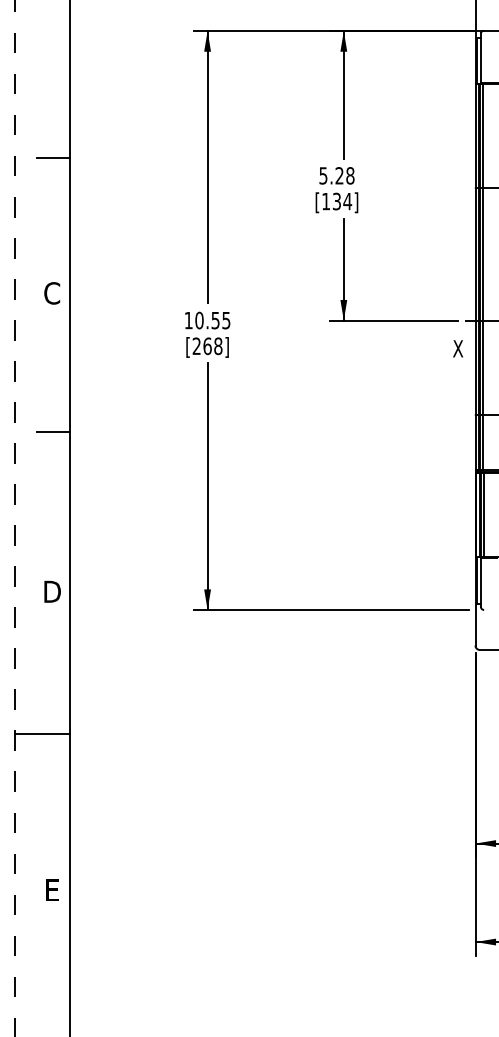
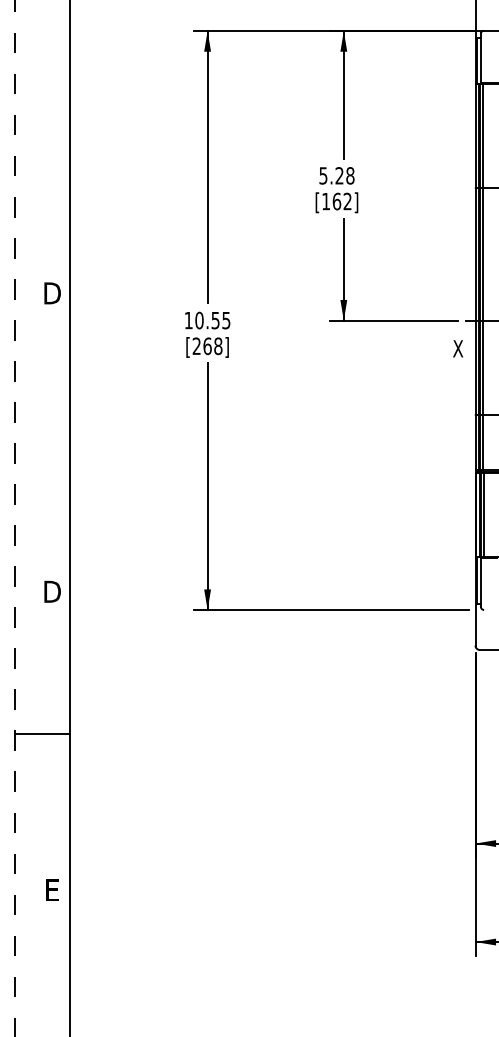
line at (52, 158): present -> none
text at (342, 201): [134] -> [162]
text at (52, 293): C -> D
line at (52, 432): present -> none
